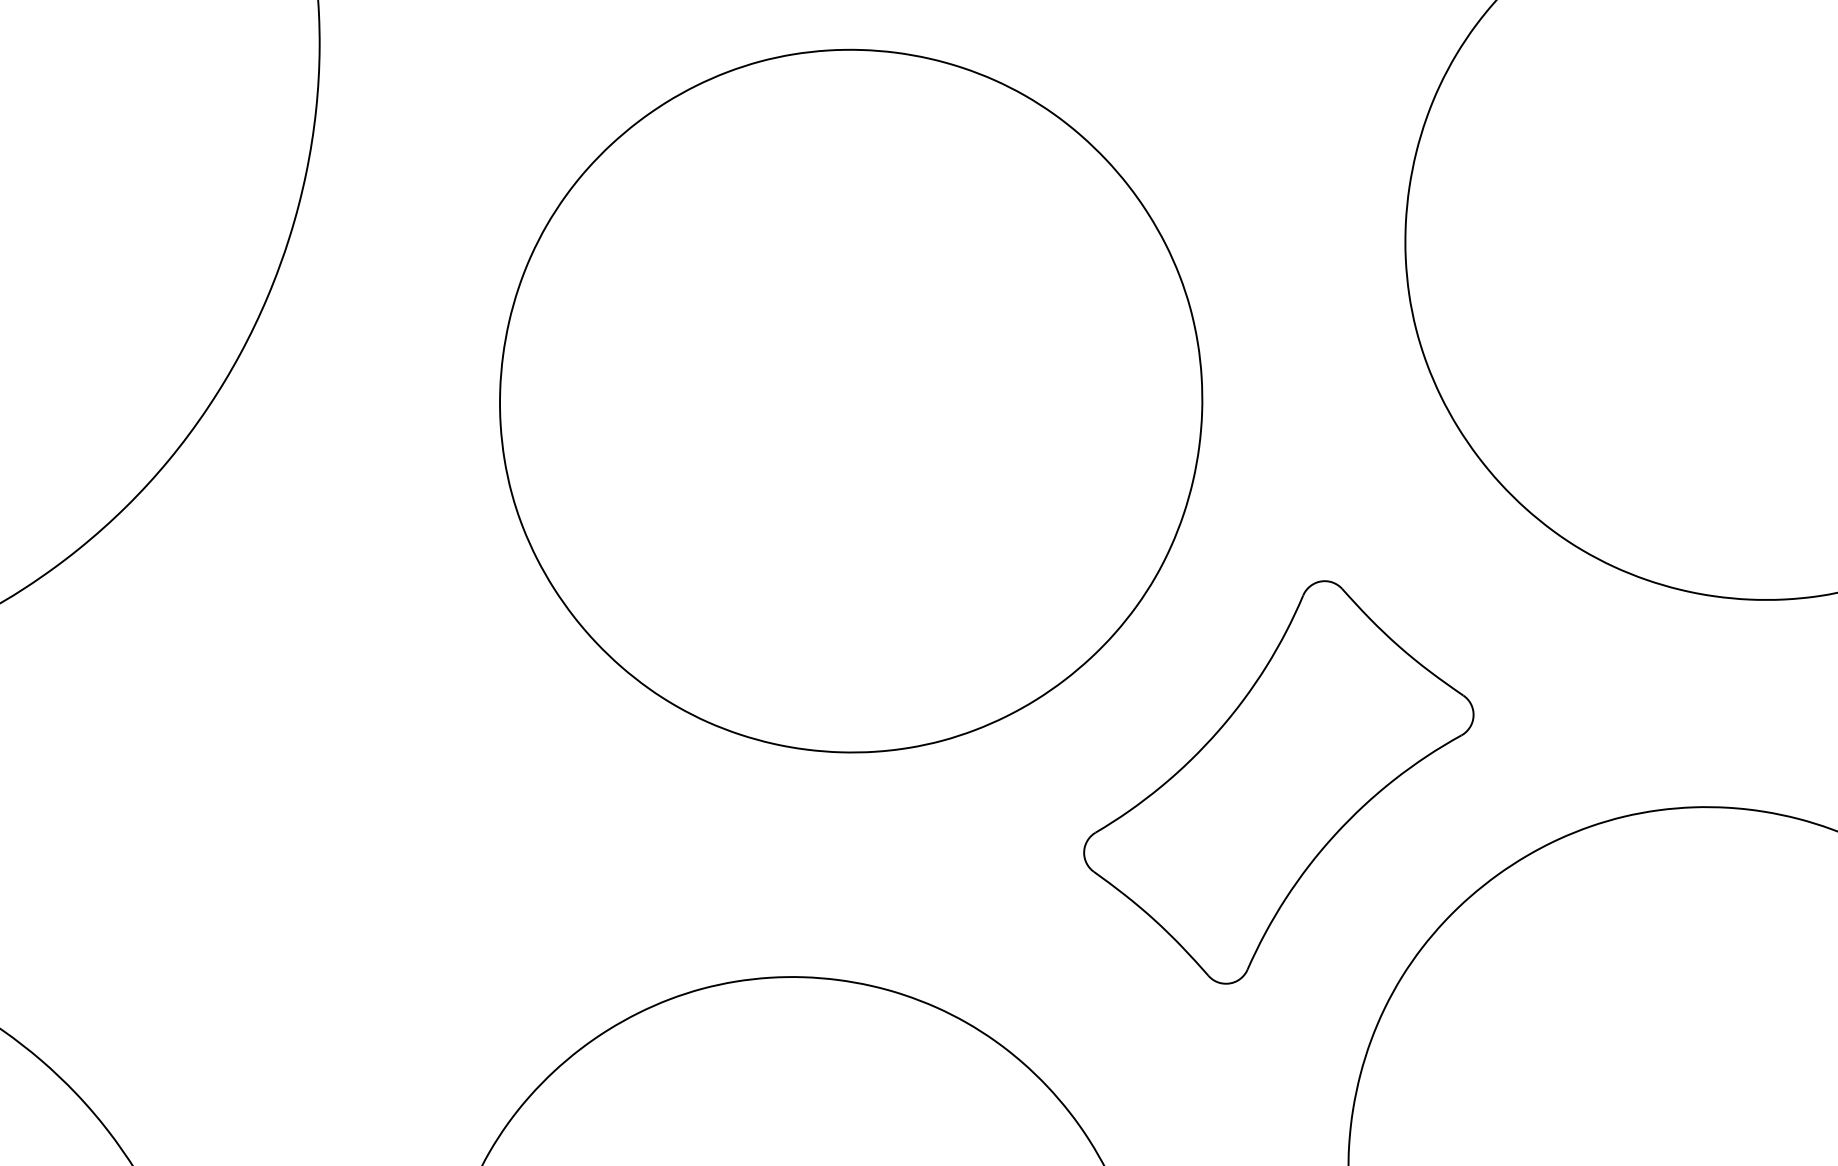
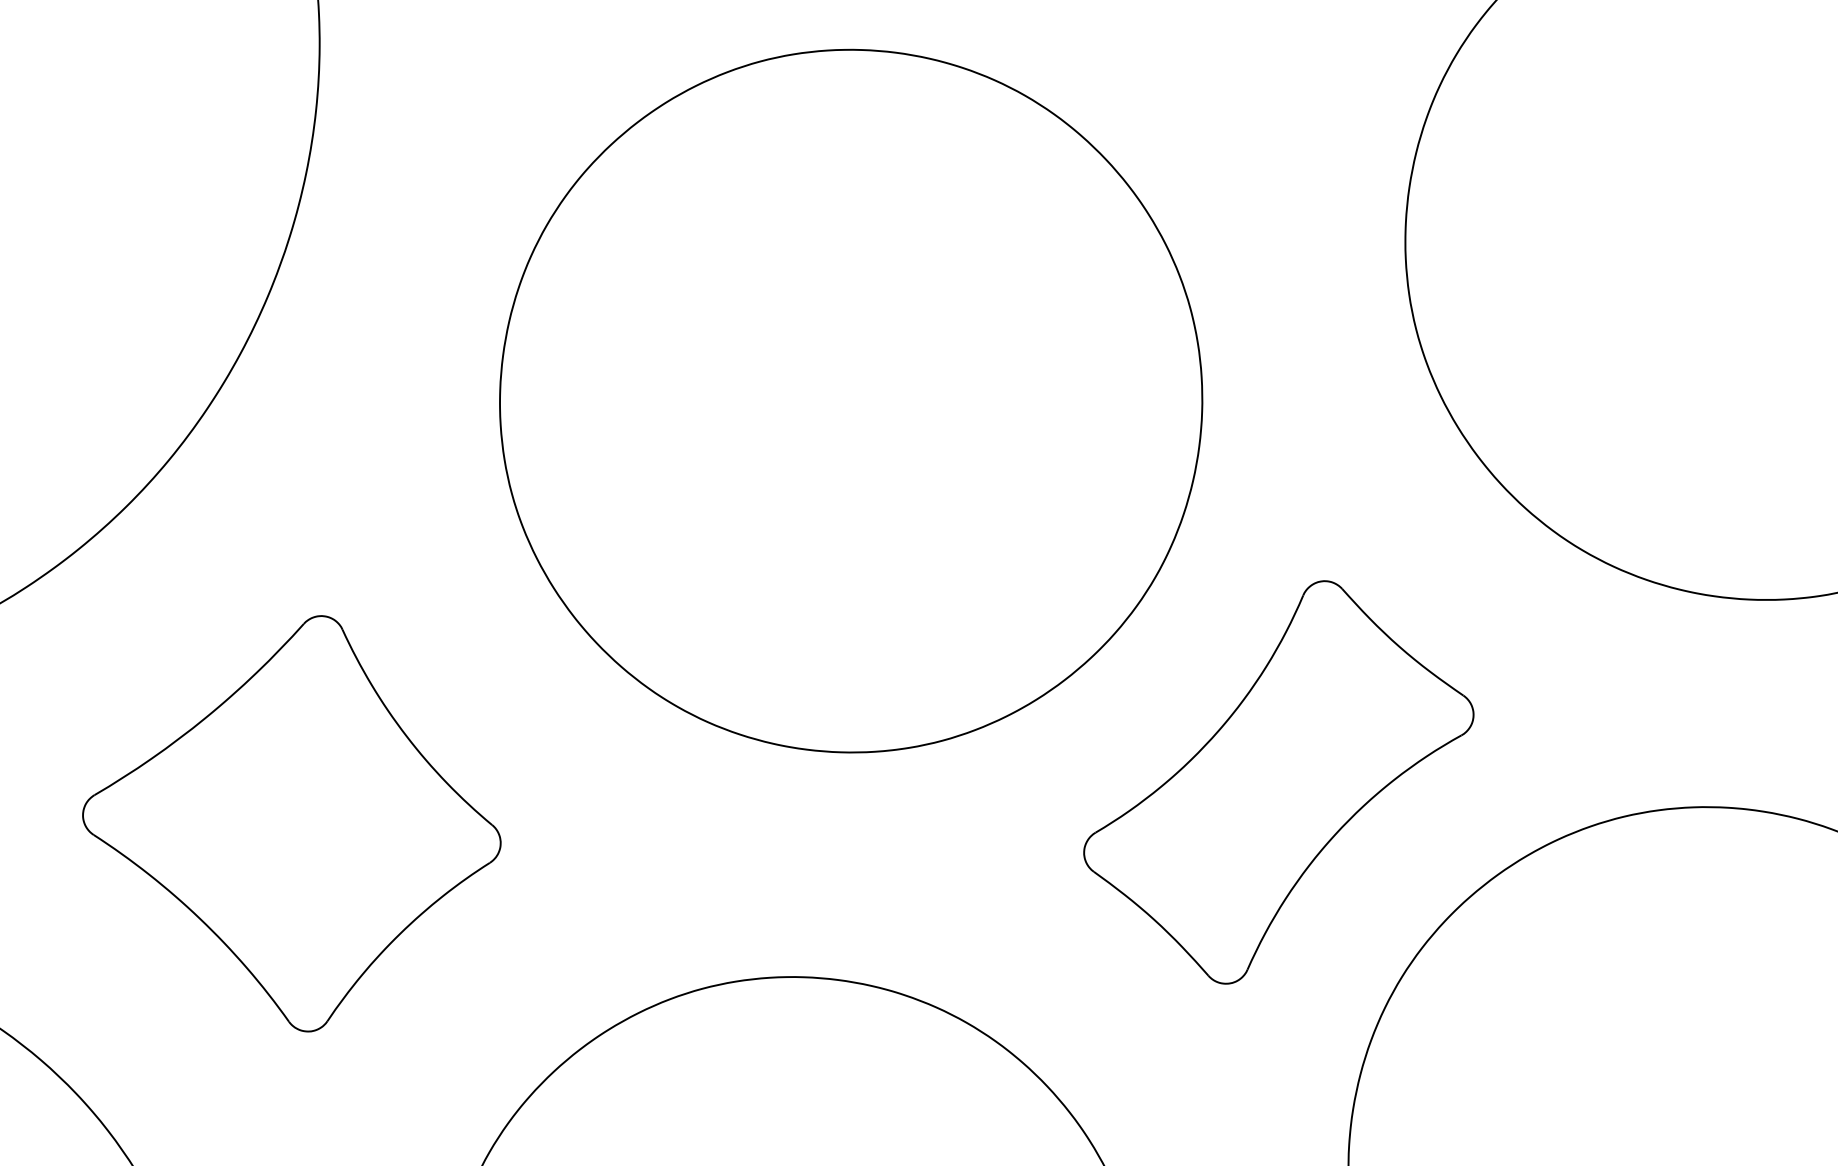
part at (291, 823): none -> present
